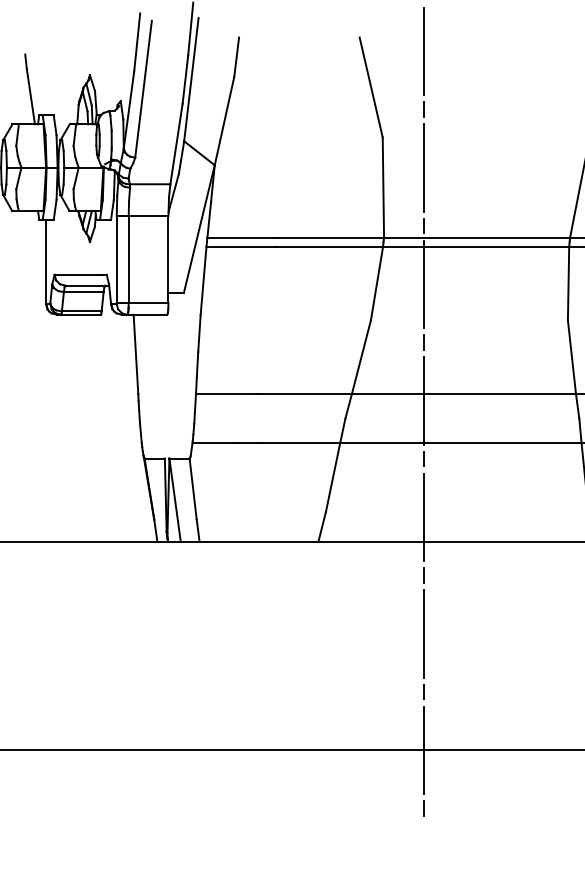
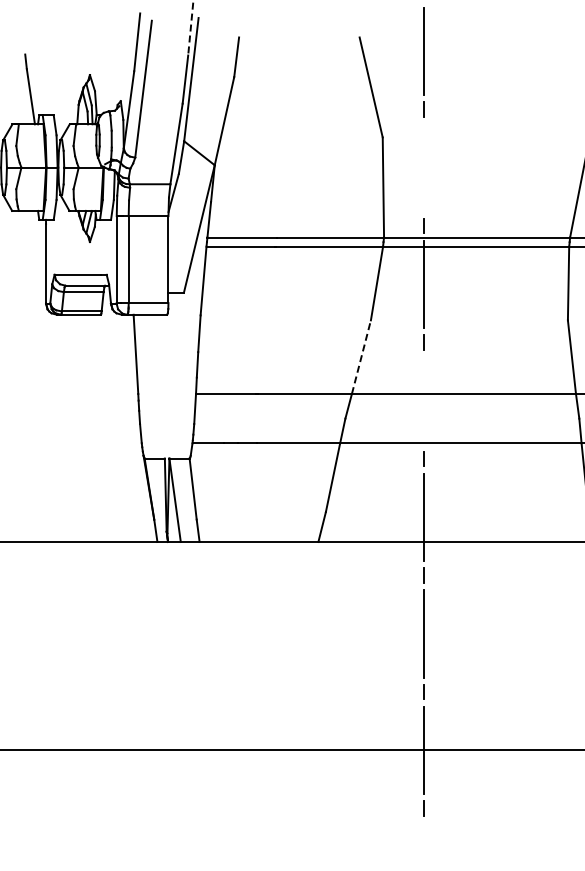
line at (190, 29): solid -> dashed
line at (423, 167): present -> none
line at (361, 356): solid -> dashed
line at (423, 400): present -> none
